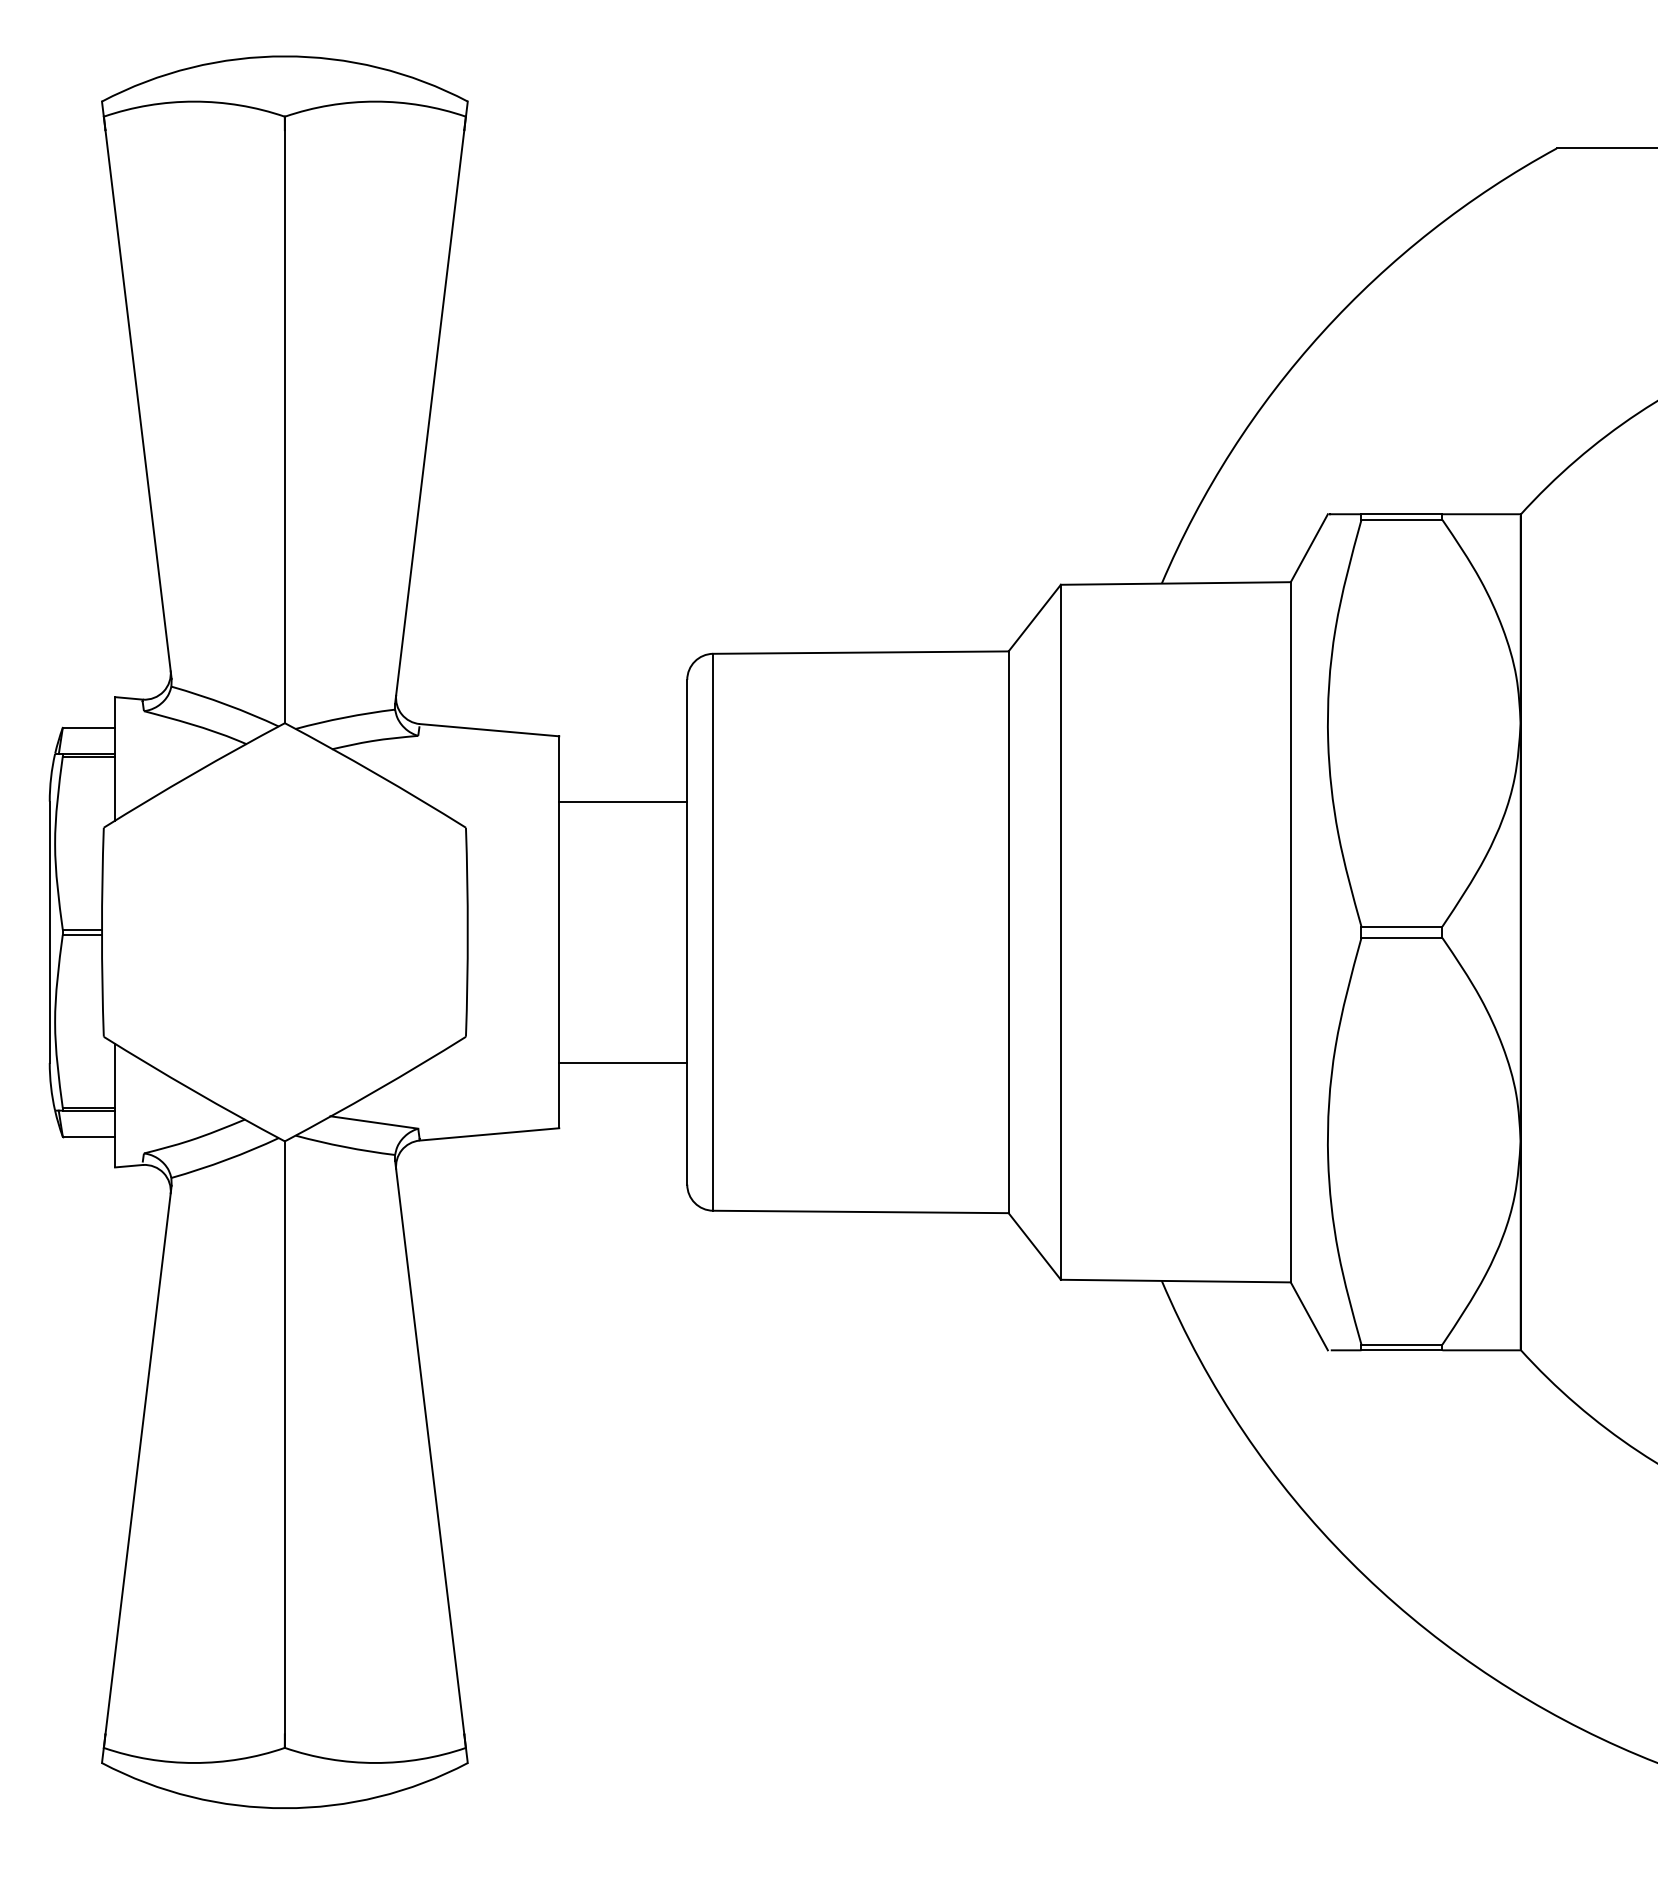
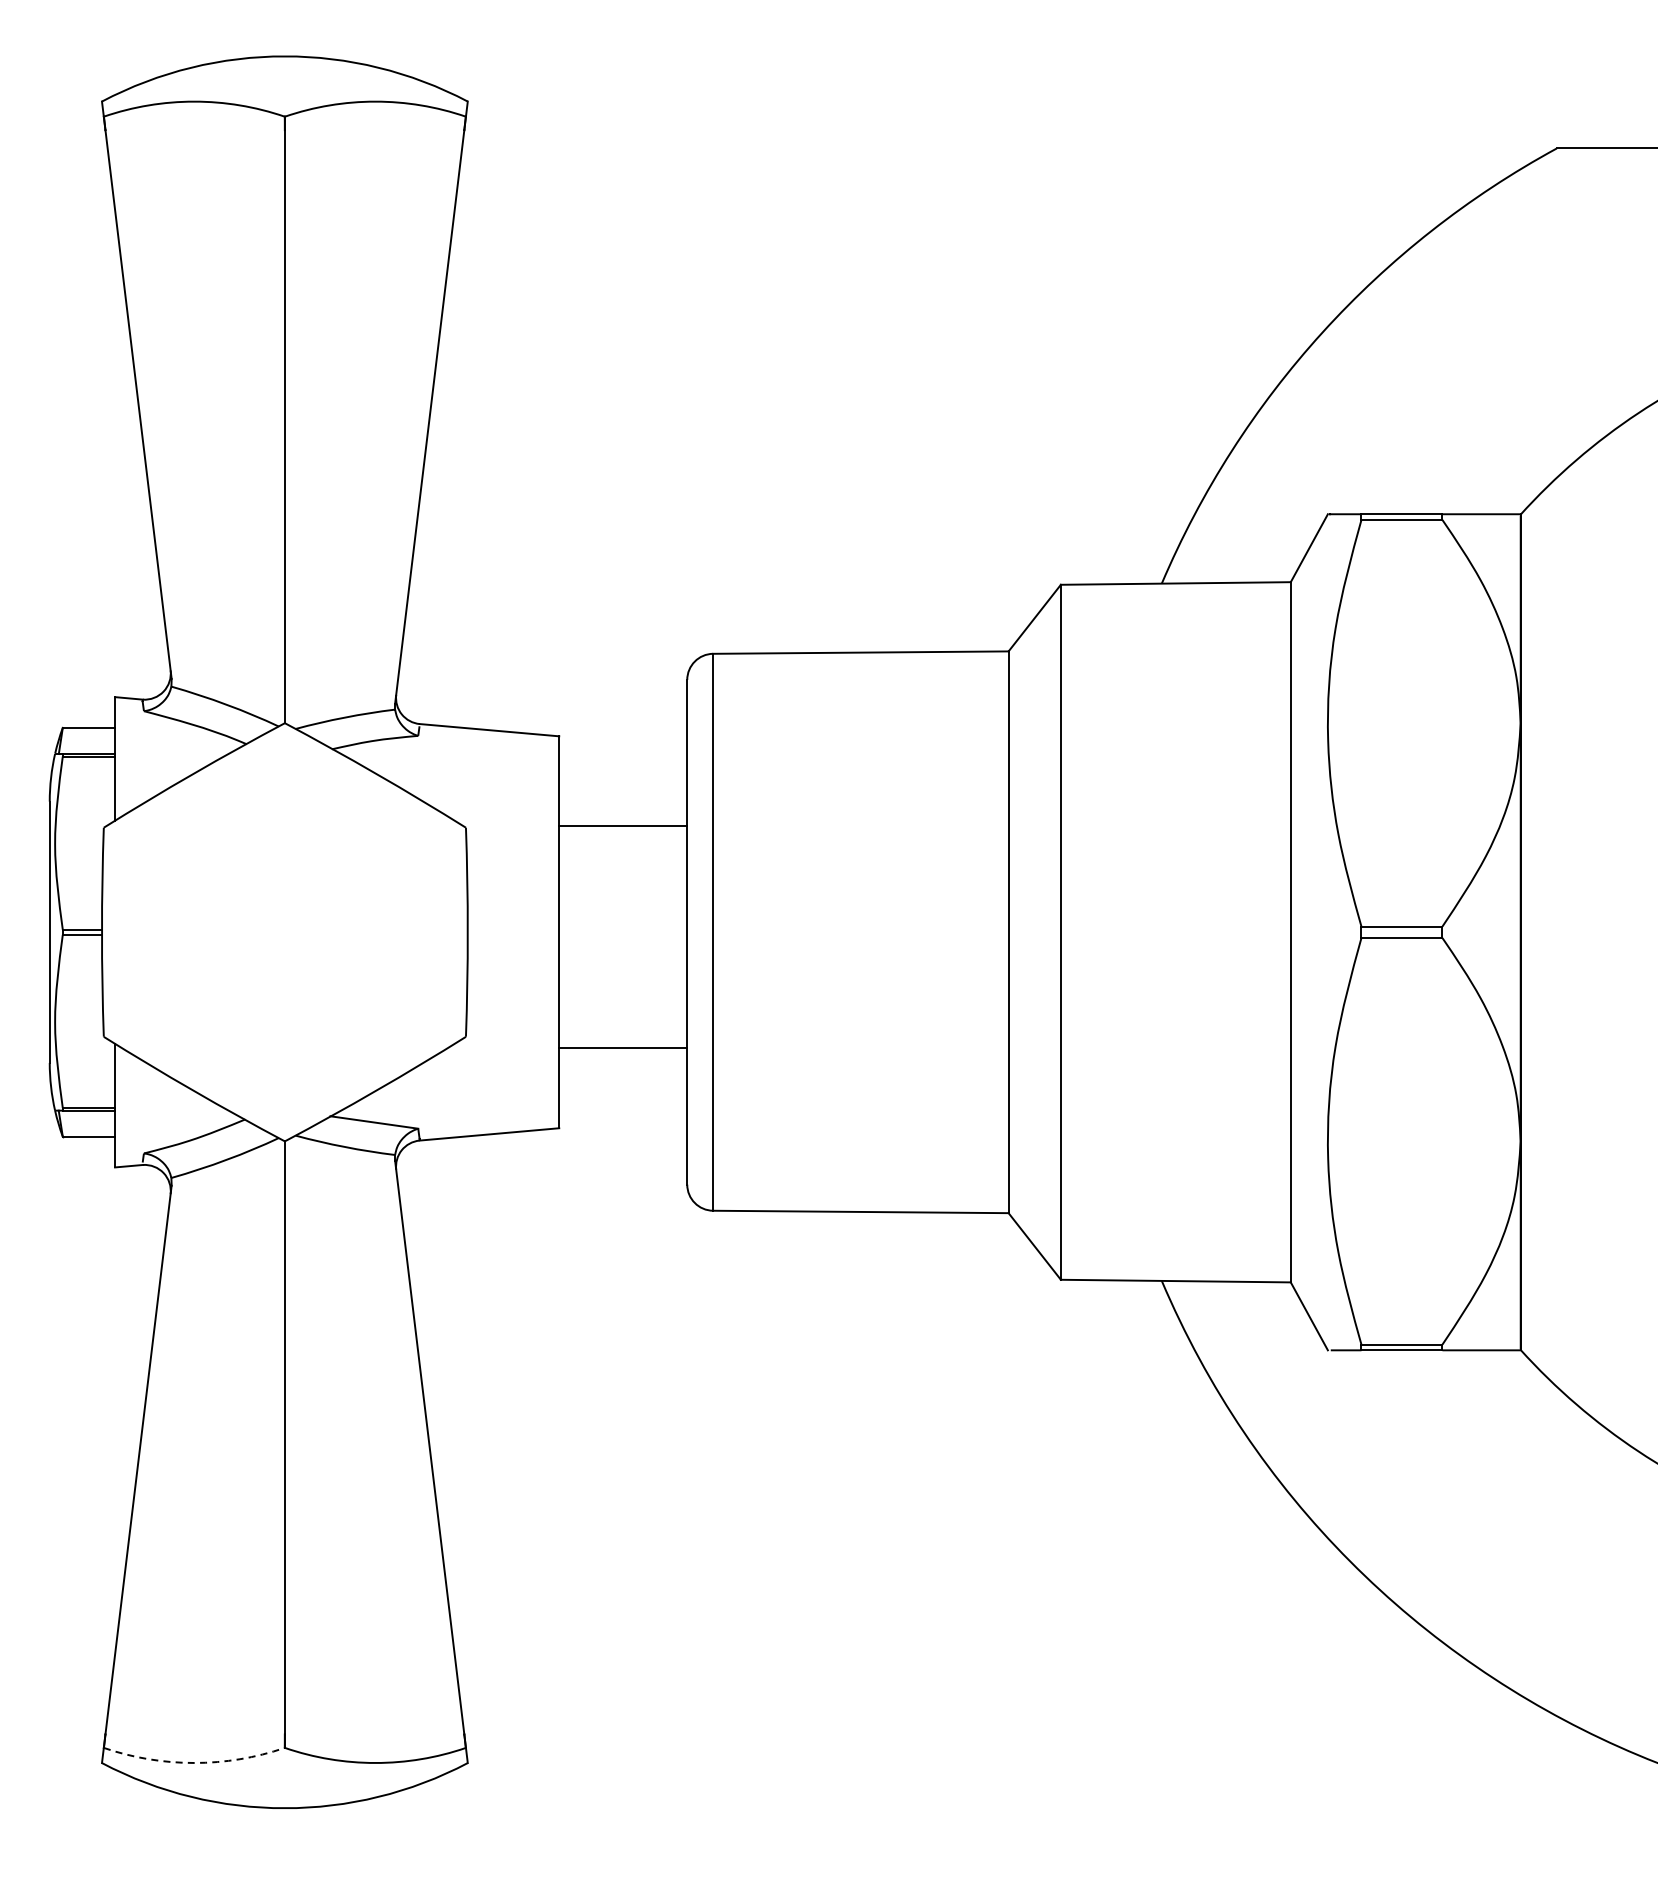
line at (623, 801) position: (623, 801) -> (623, 825)
line at (623, 1062) position: (623, 1062) -> (623, 1047)
arc at (194, 1762): solid -> dashed
